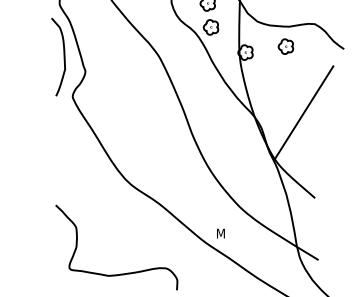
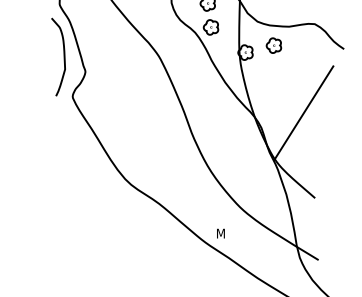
part at (285, 46) position: (285, 46) -> (273, 45)
curve at (120, 273): present -> none
